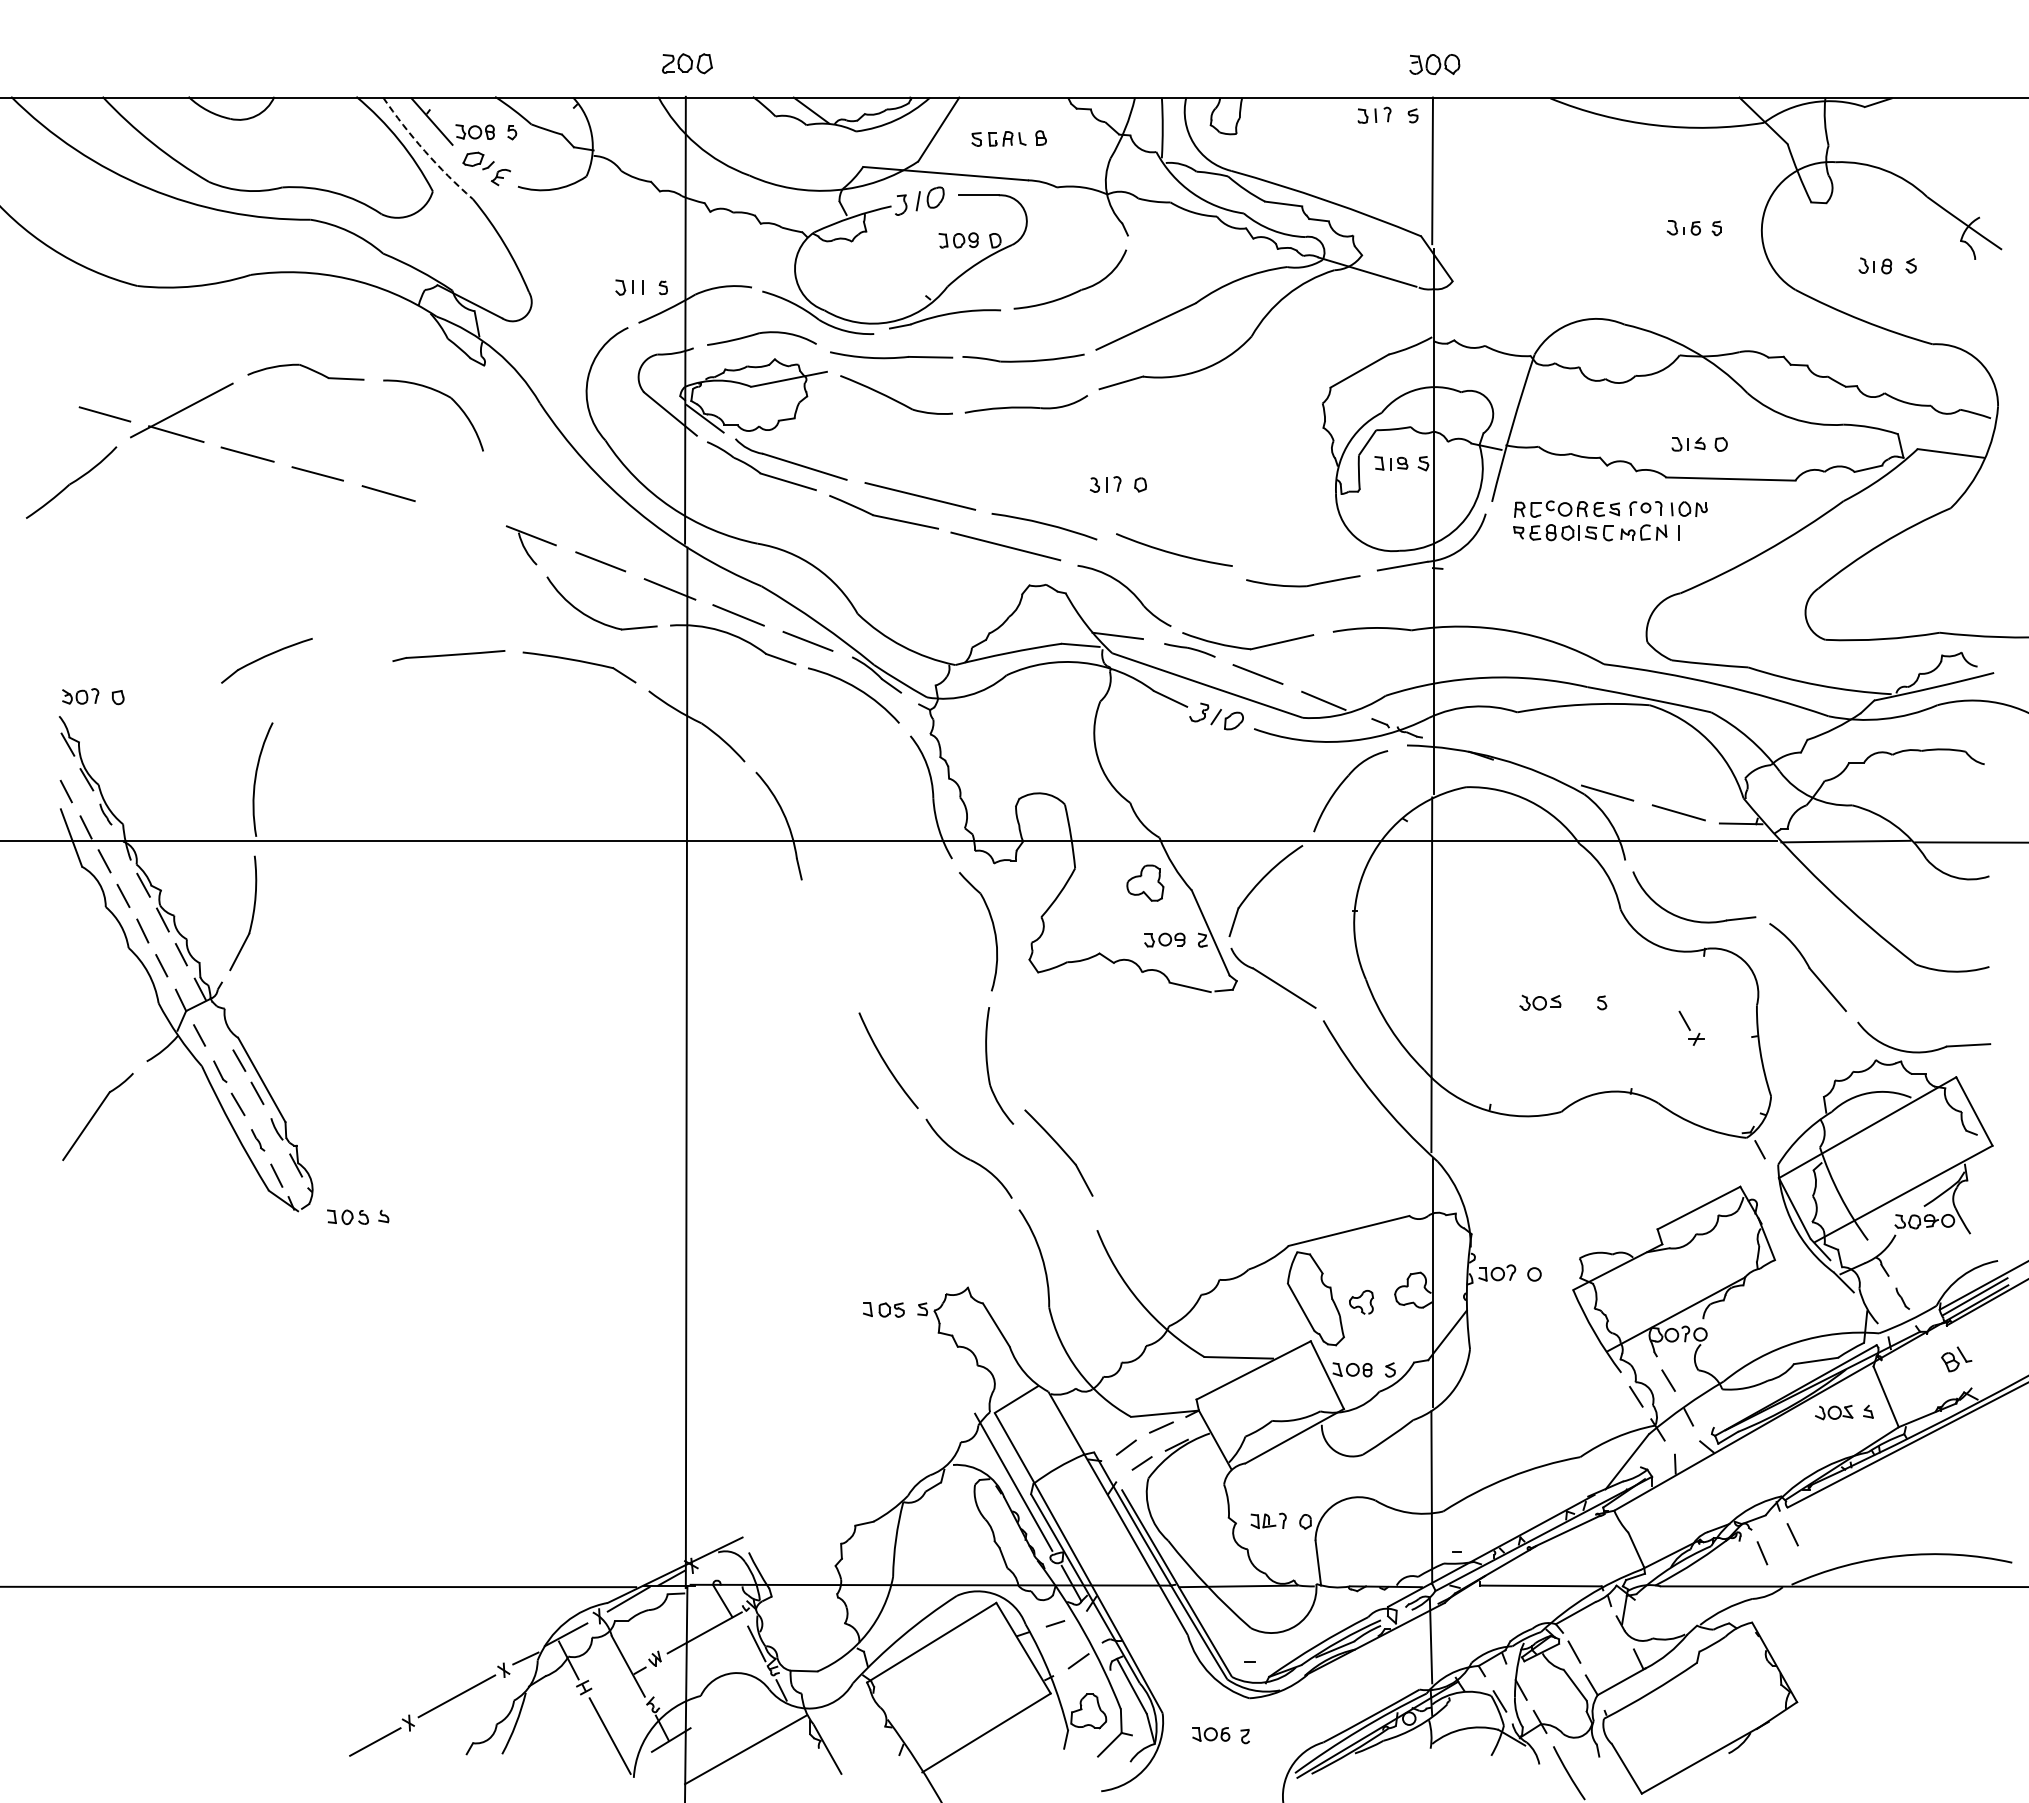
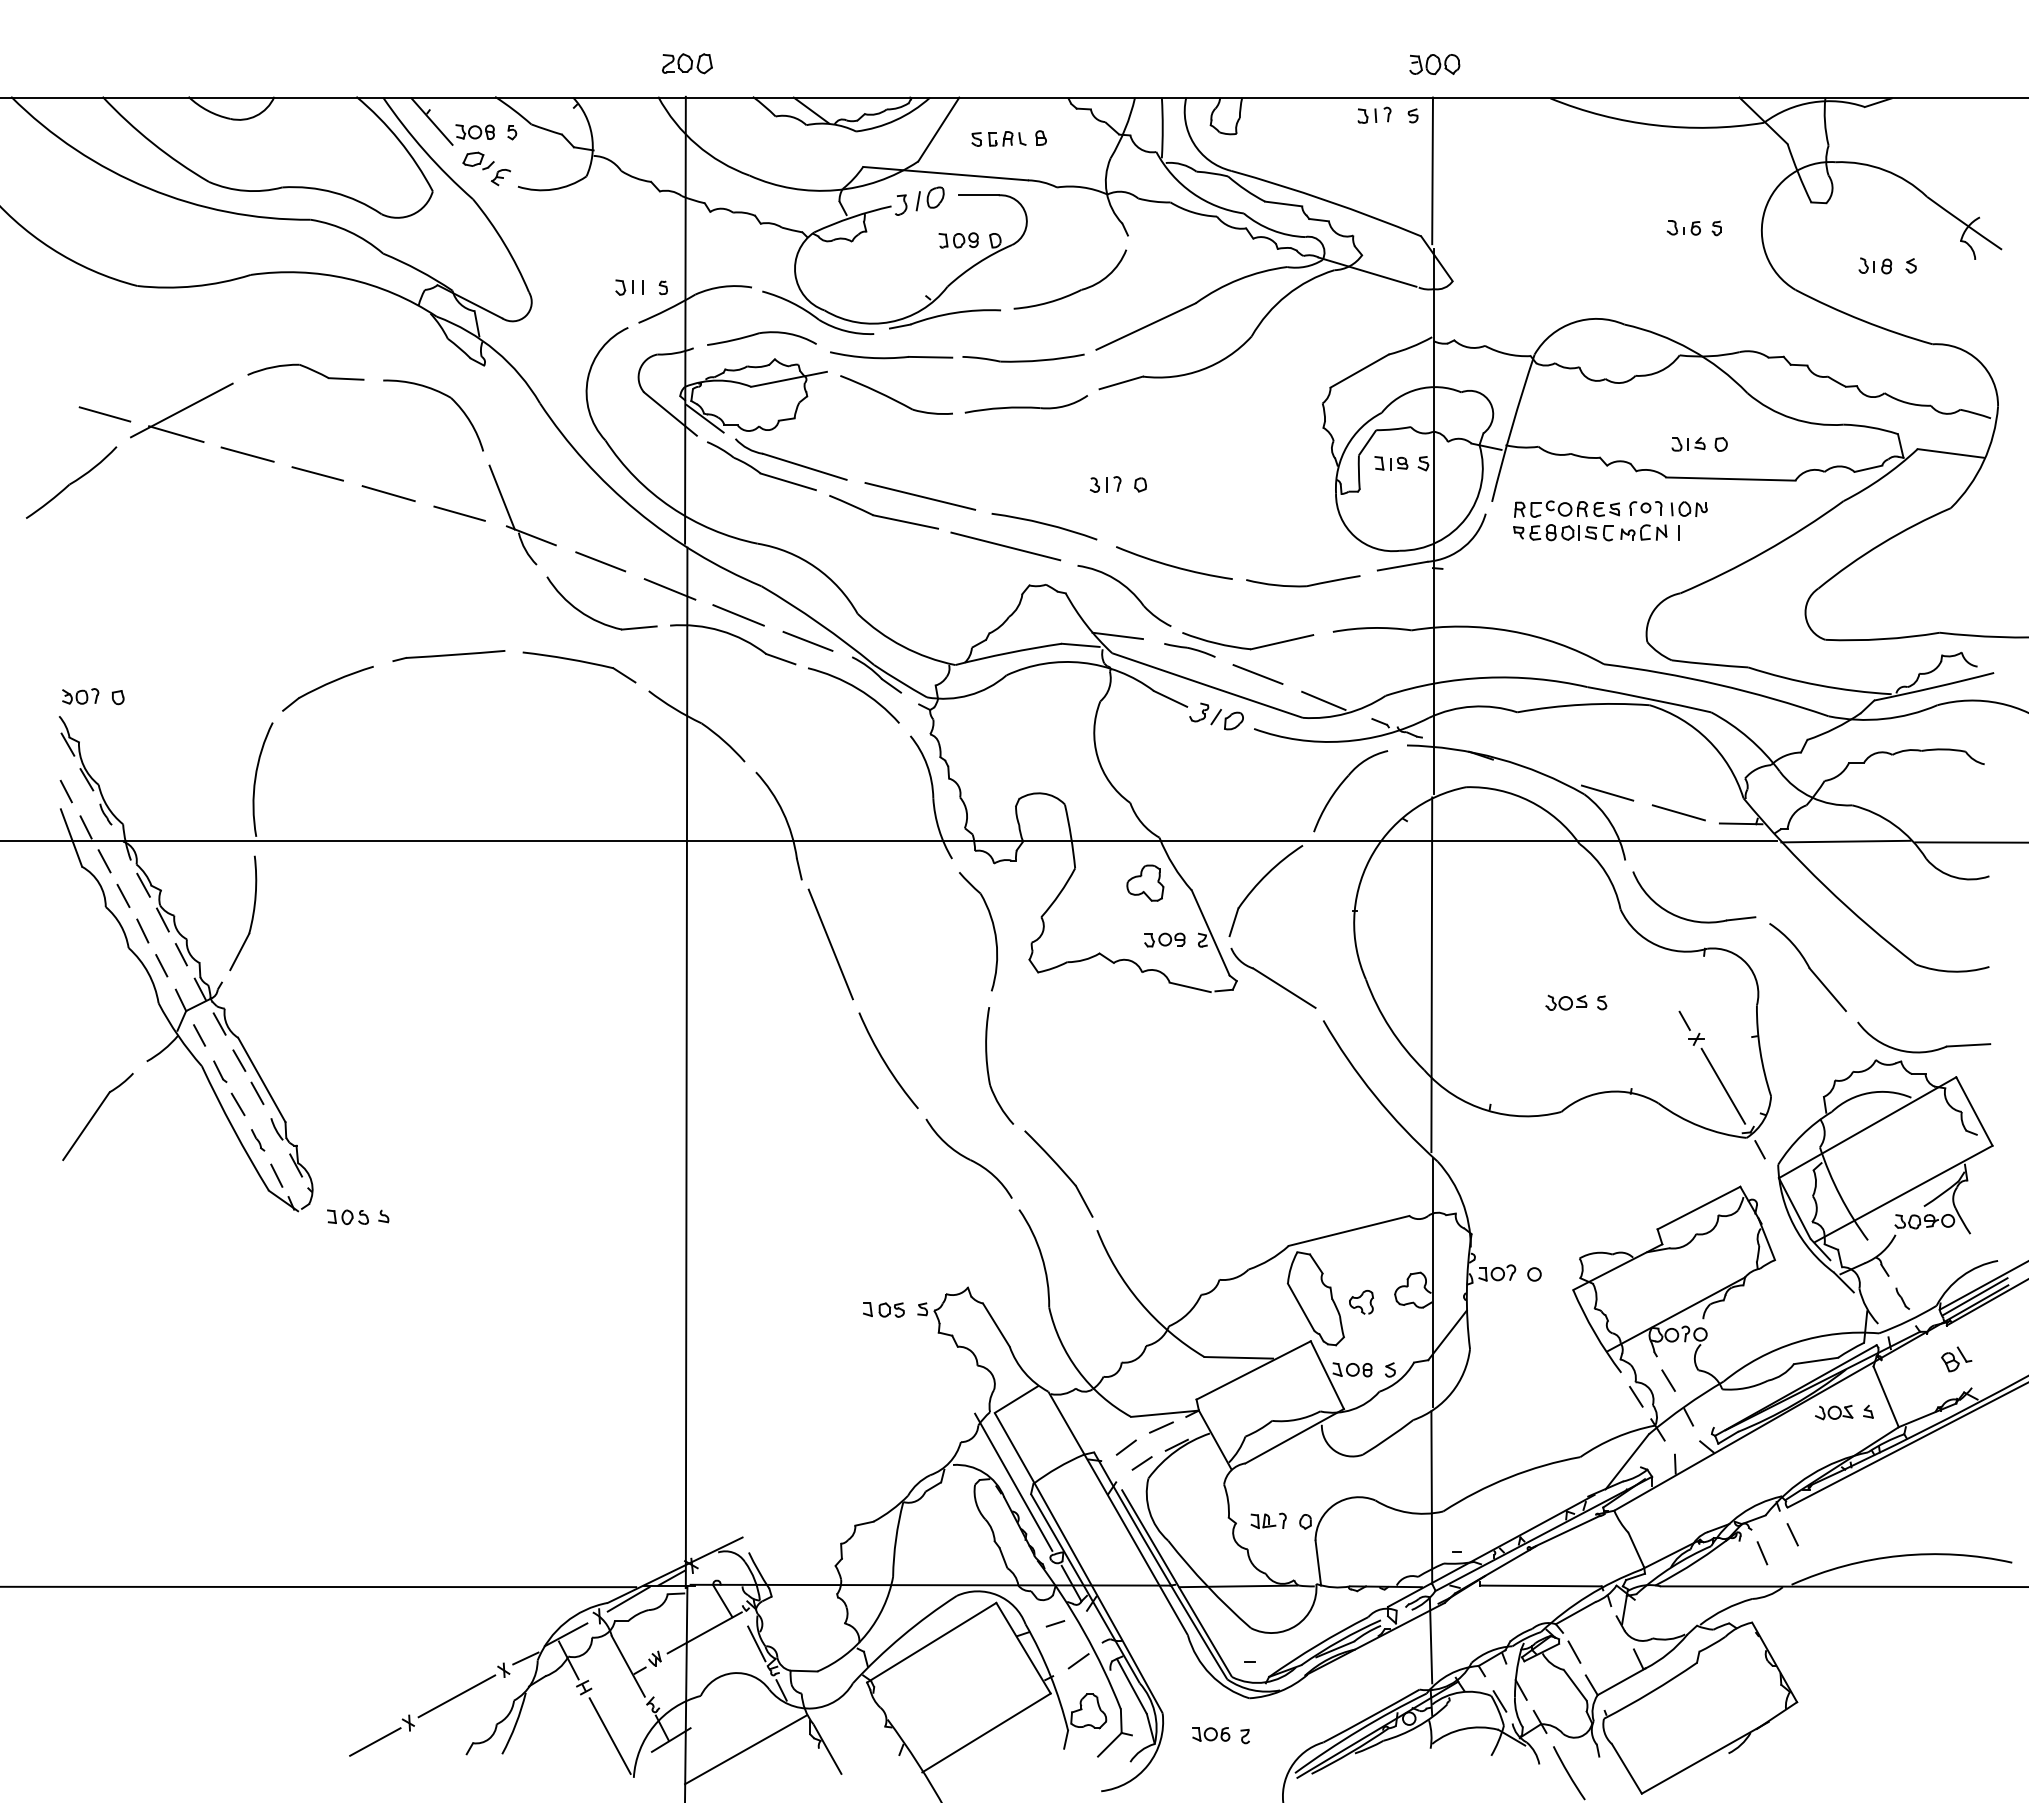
arc at (424, 151): dashed -> solid
line at (501, 497): none -> present
line at (459, 513): none -> present
arc at (1174, 552) position: (1174, 552) -> (1174, 565)
part at (266, 660) position: (266, 660) -> (327, 688)
line at (830, 944): none -> present
part at (1540, 1002) position: (1540, 1002) -> (1566, 1002)
line at (219, 1023): none -> present
line at (1723, 1085): none -> present
part at (1058, 1152) position: (1058, 1152) -> (1058, 1173)
